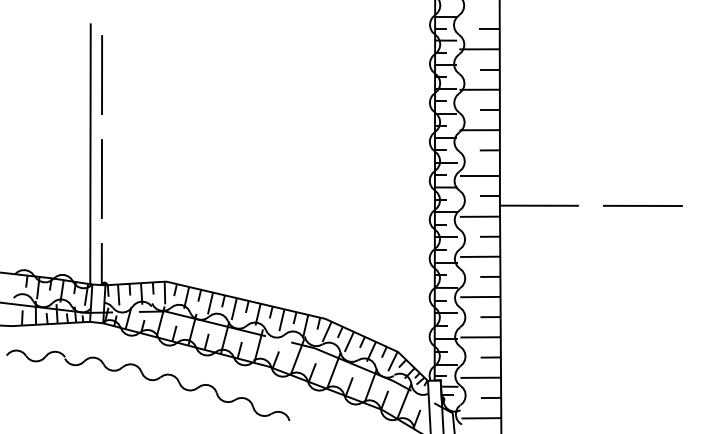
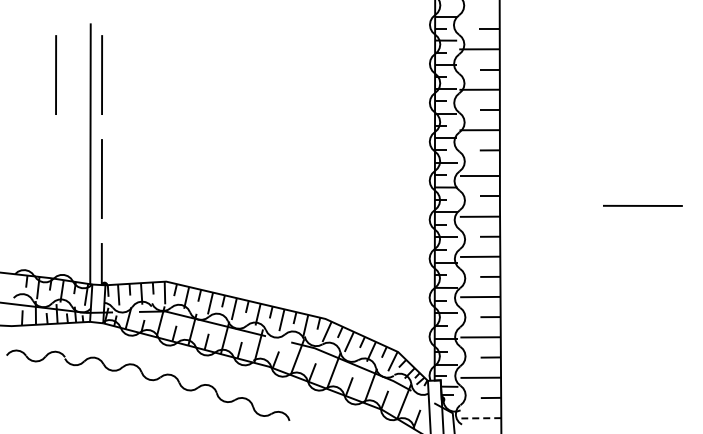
line at (55, 74): none -> present
line at (538, 205): present -> none
line at (481, 418): solid -> dashed
